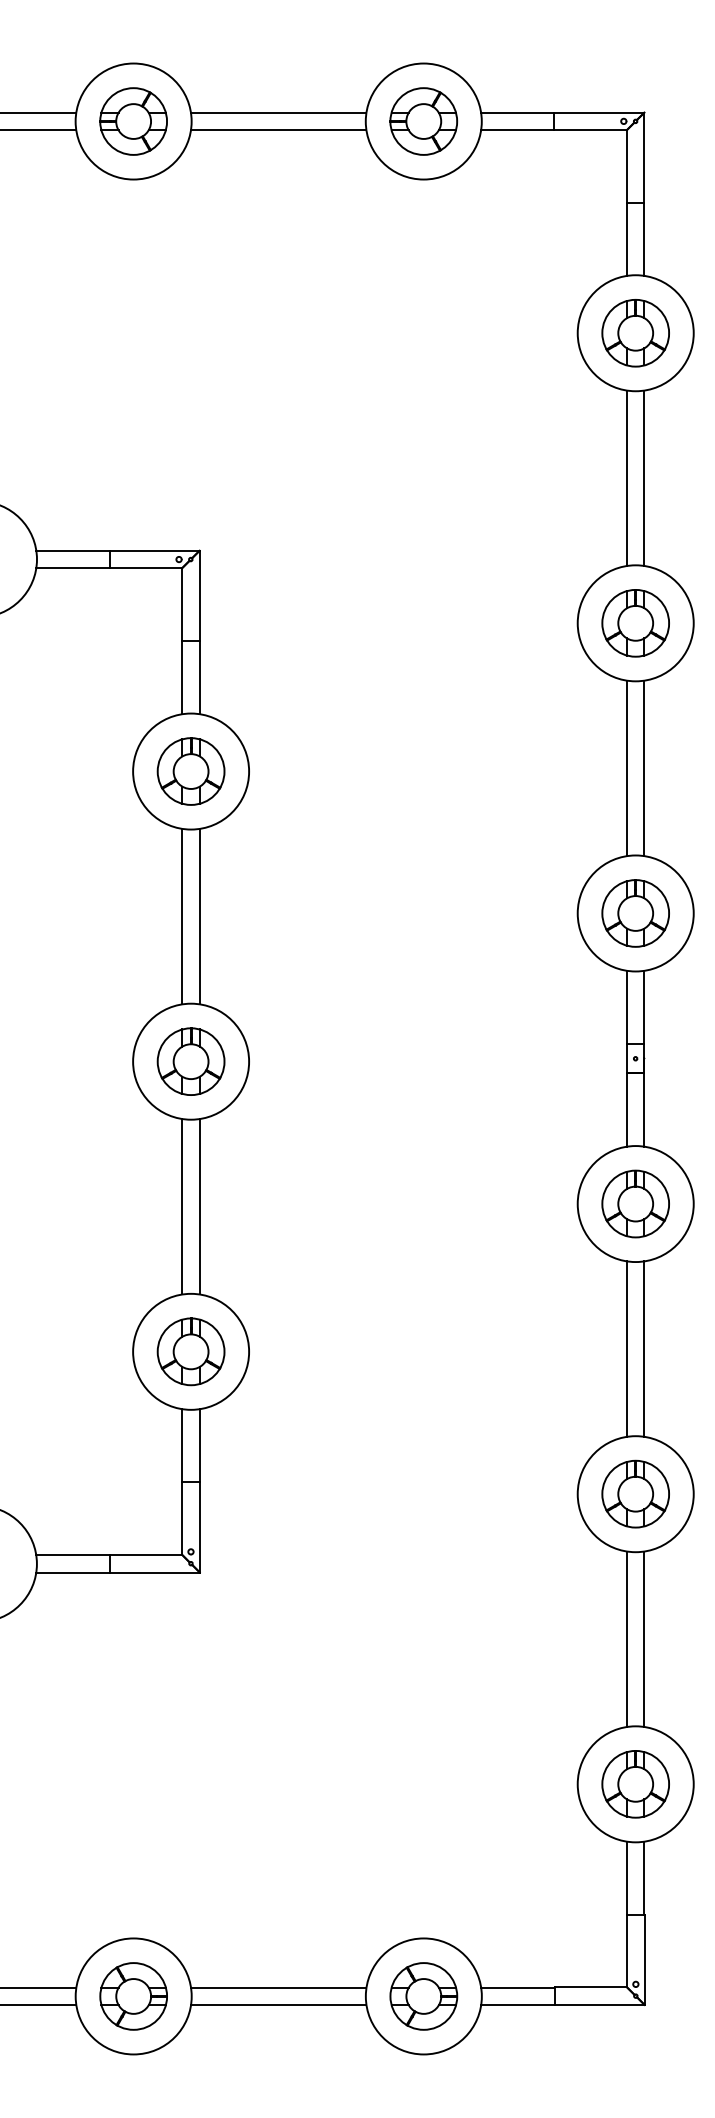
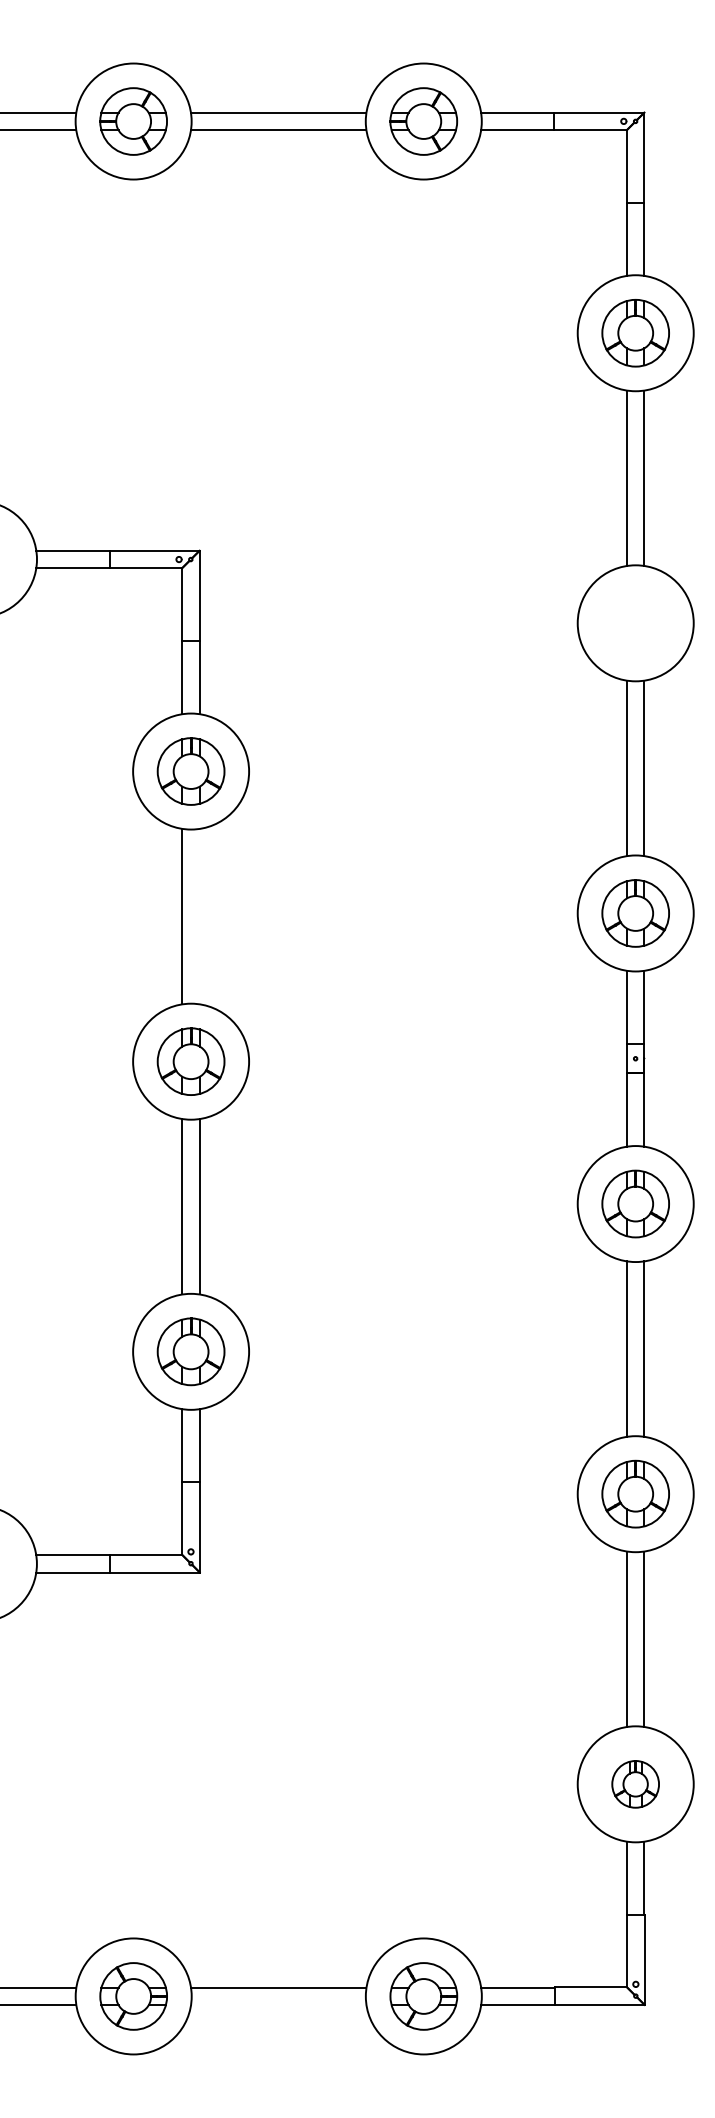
part at (635, 623): present -> none
line at (199, 916): present -> none
part at (635, 1784) size: 69x69 px -> 49x49 px
line at (278, 2005): present -> none
